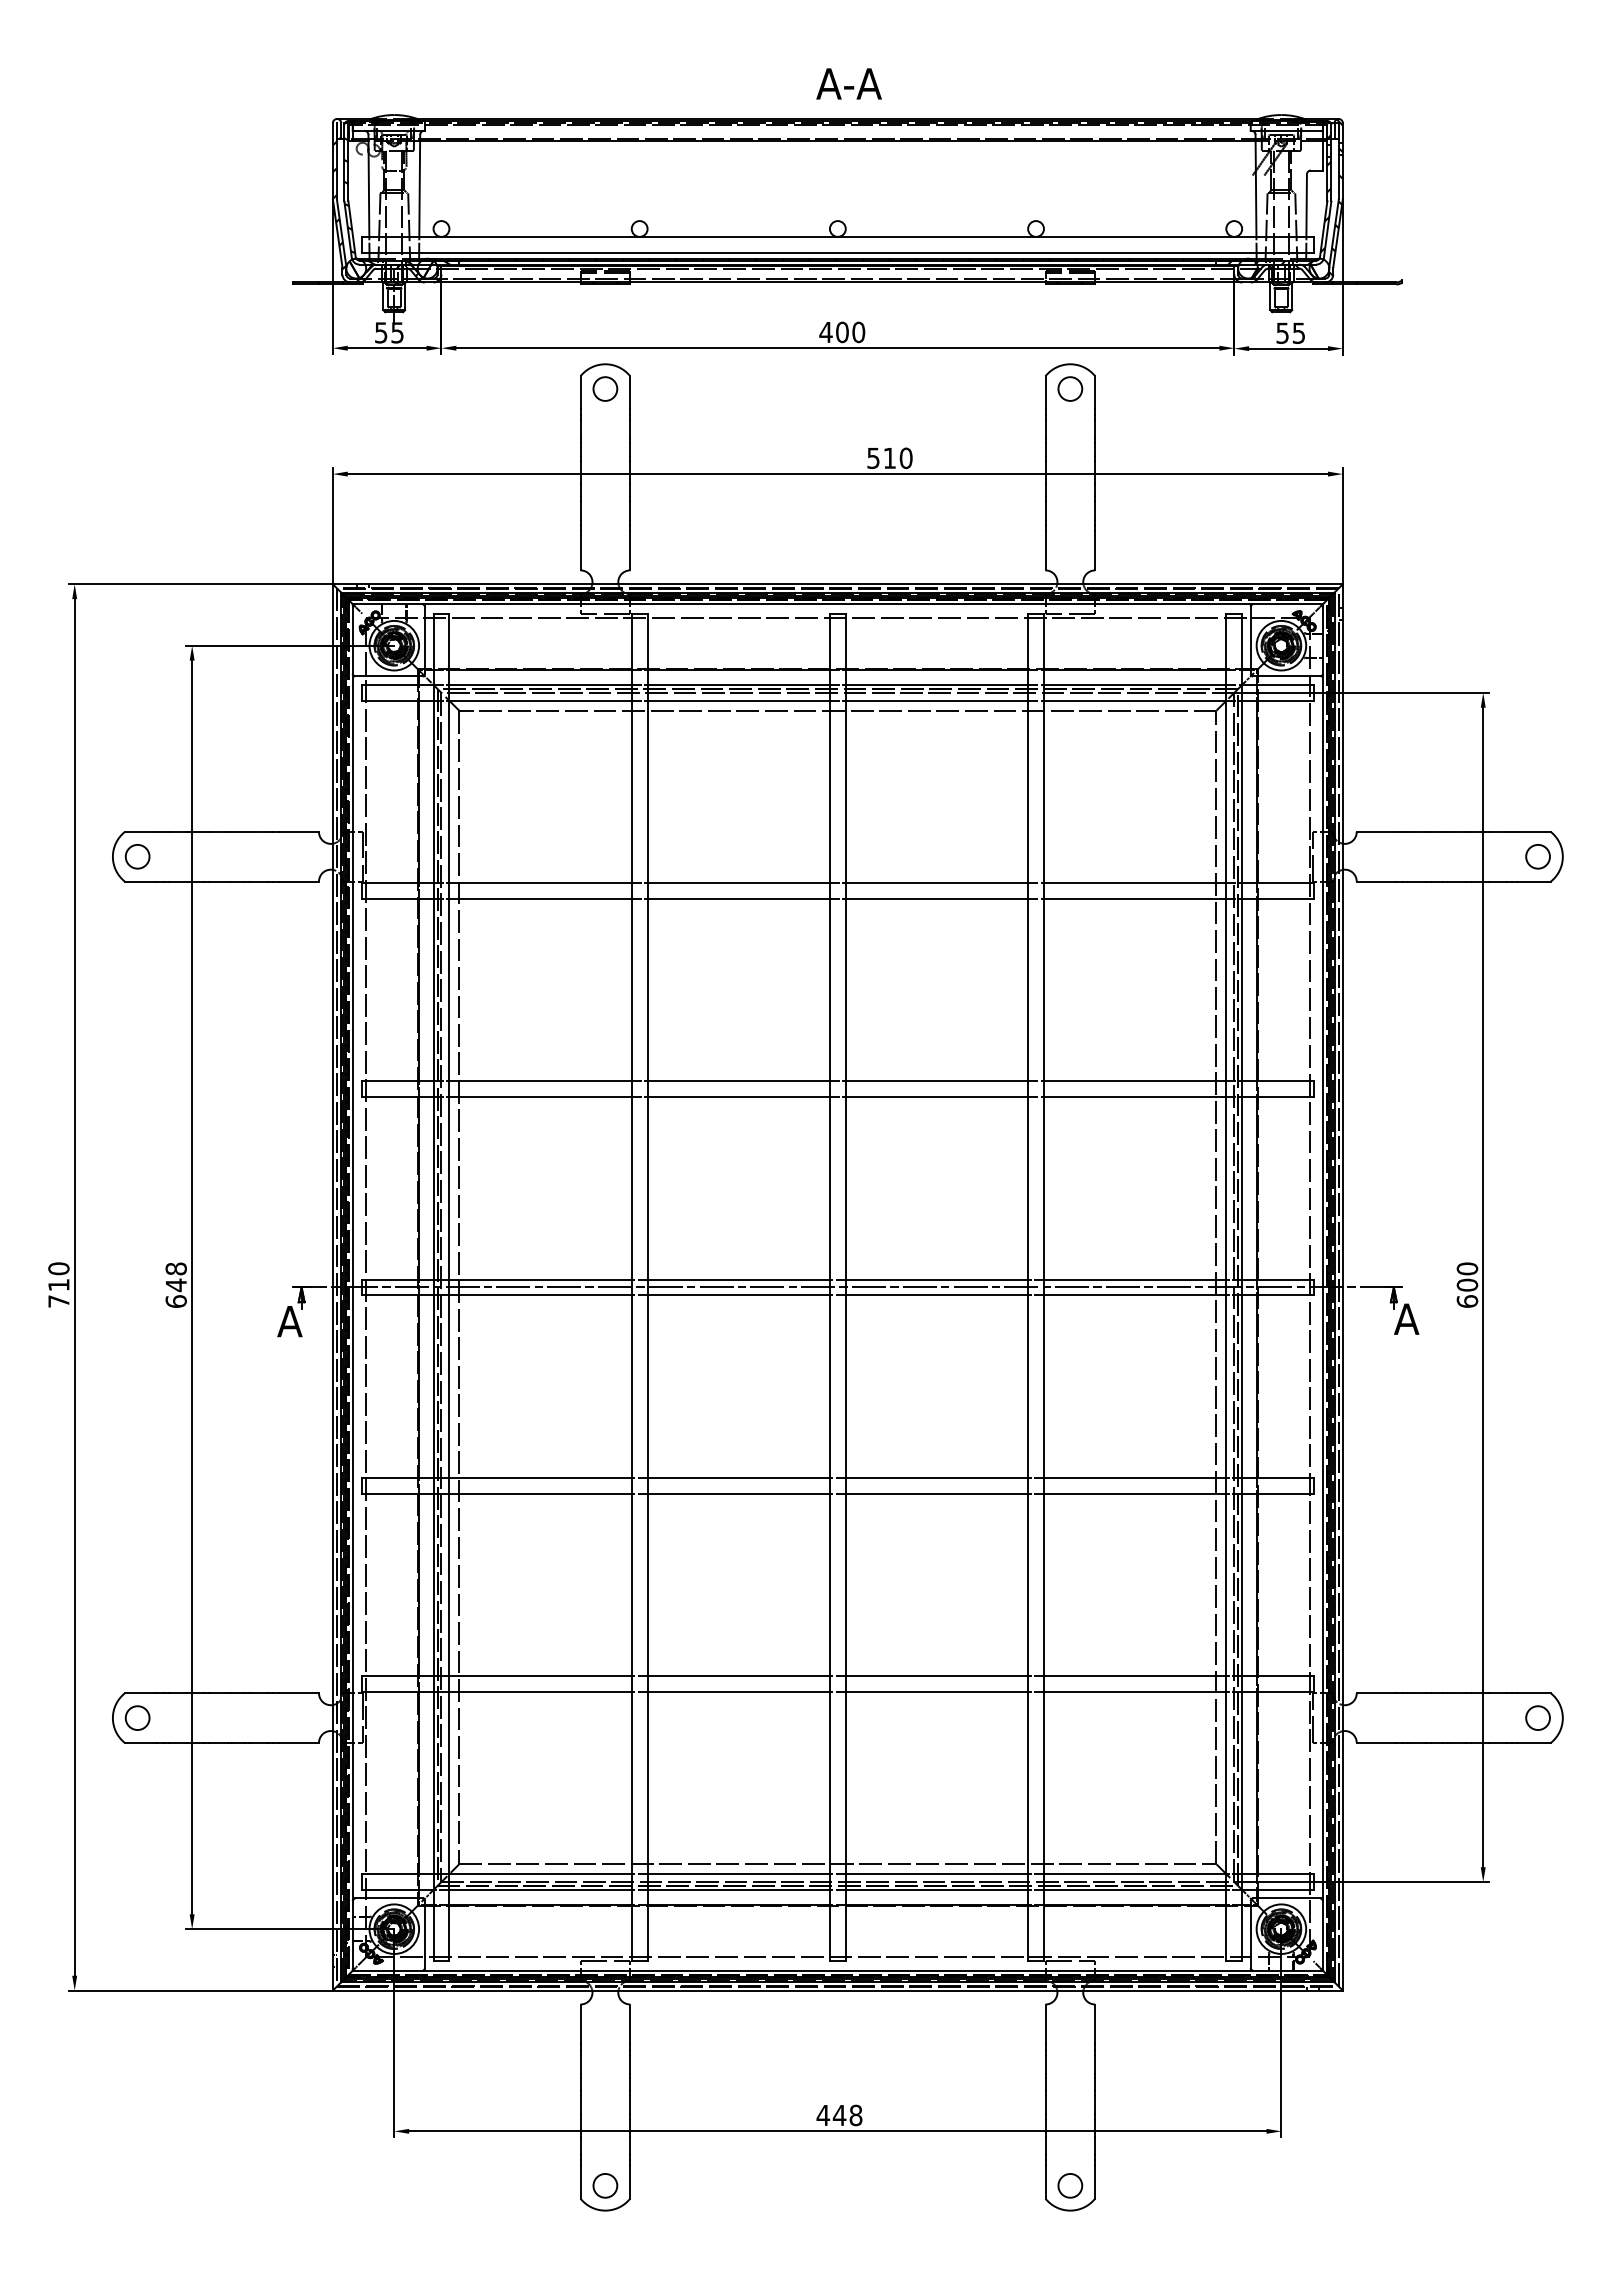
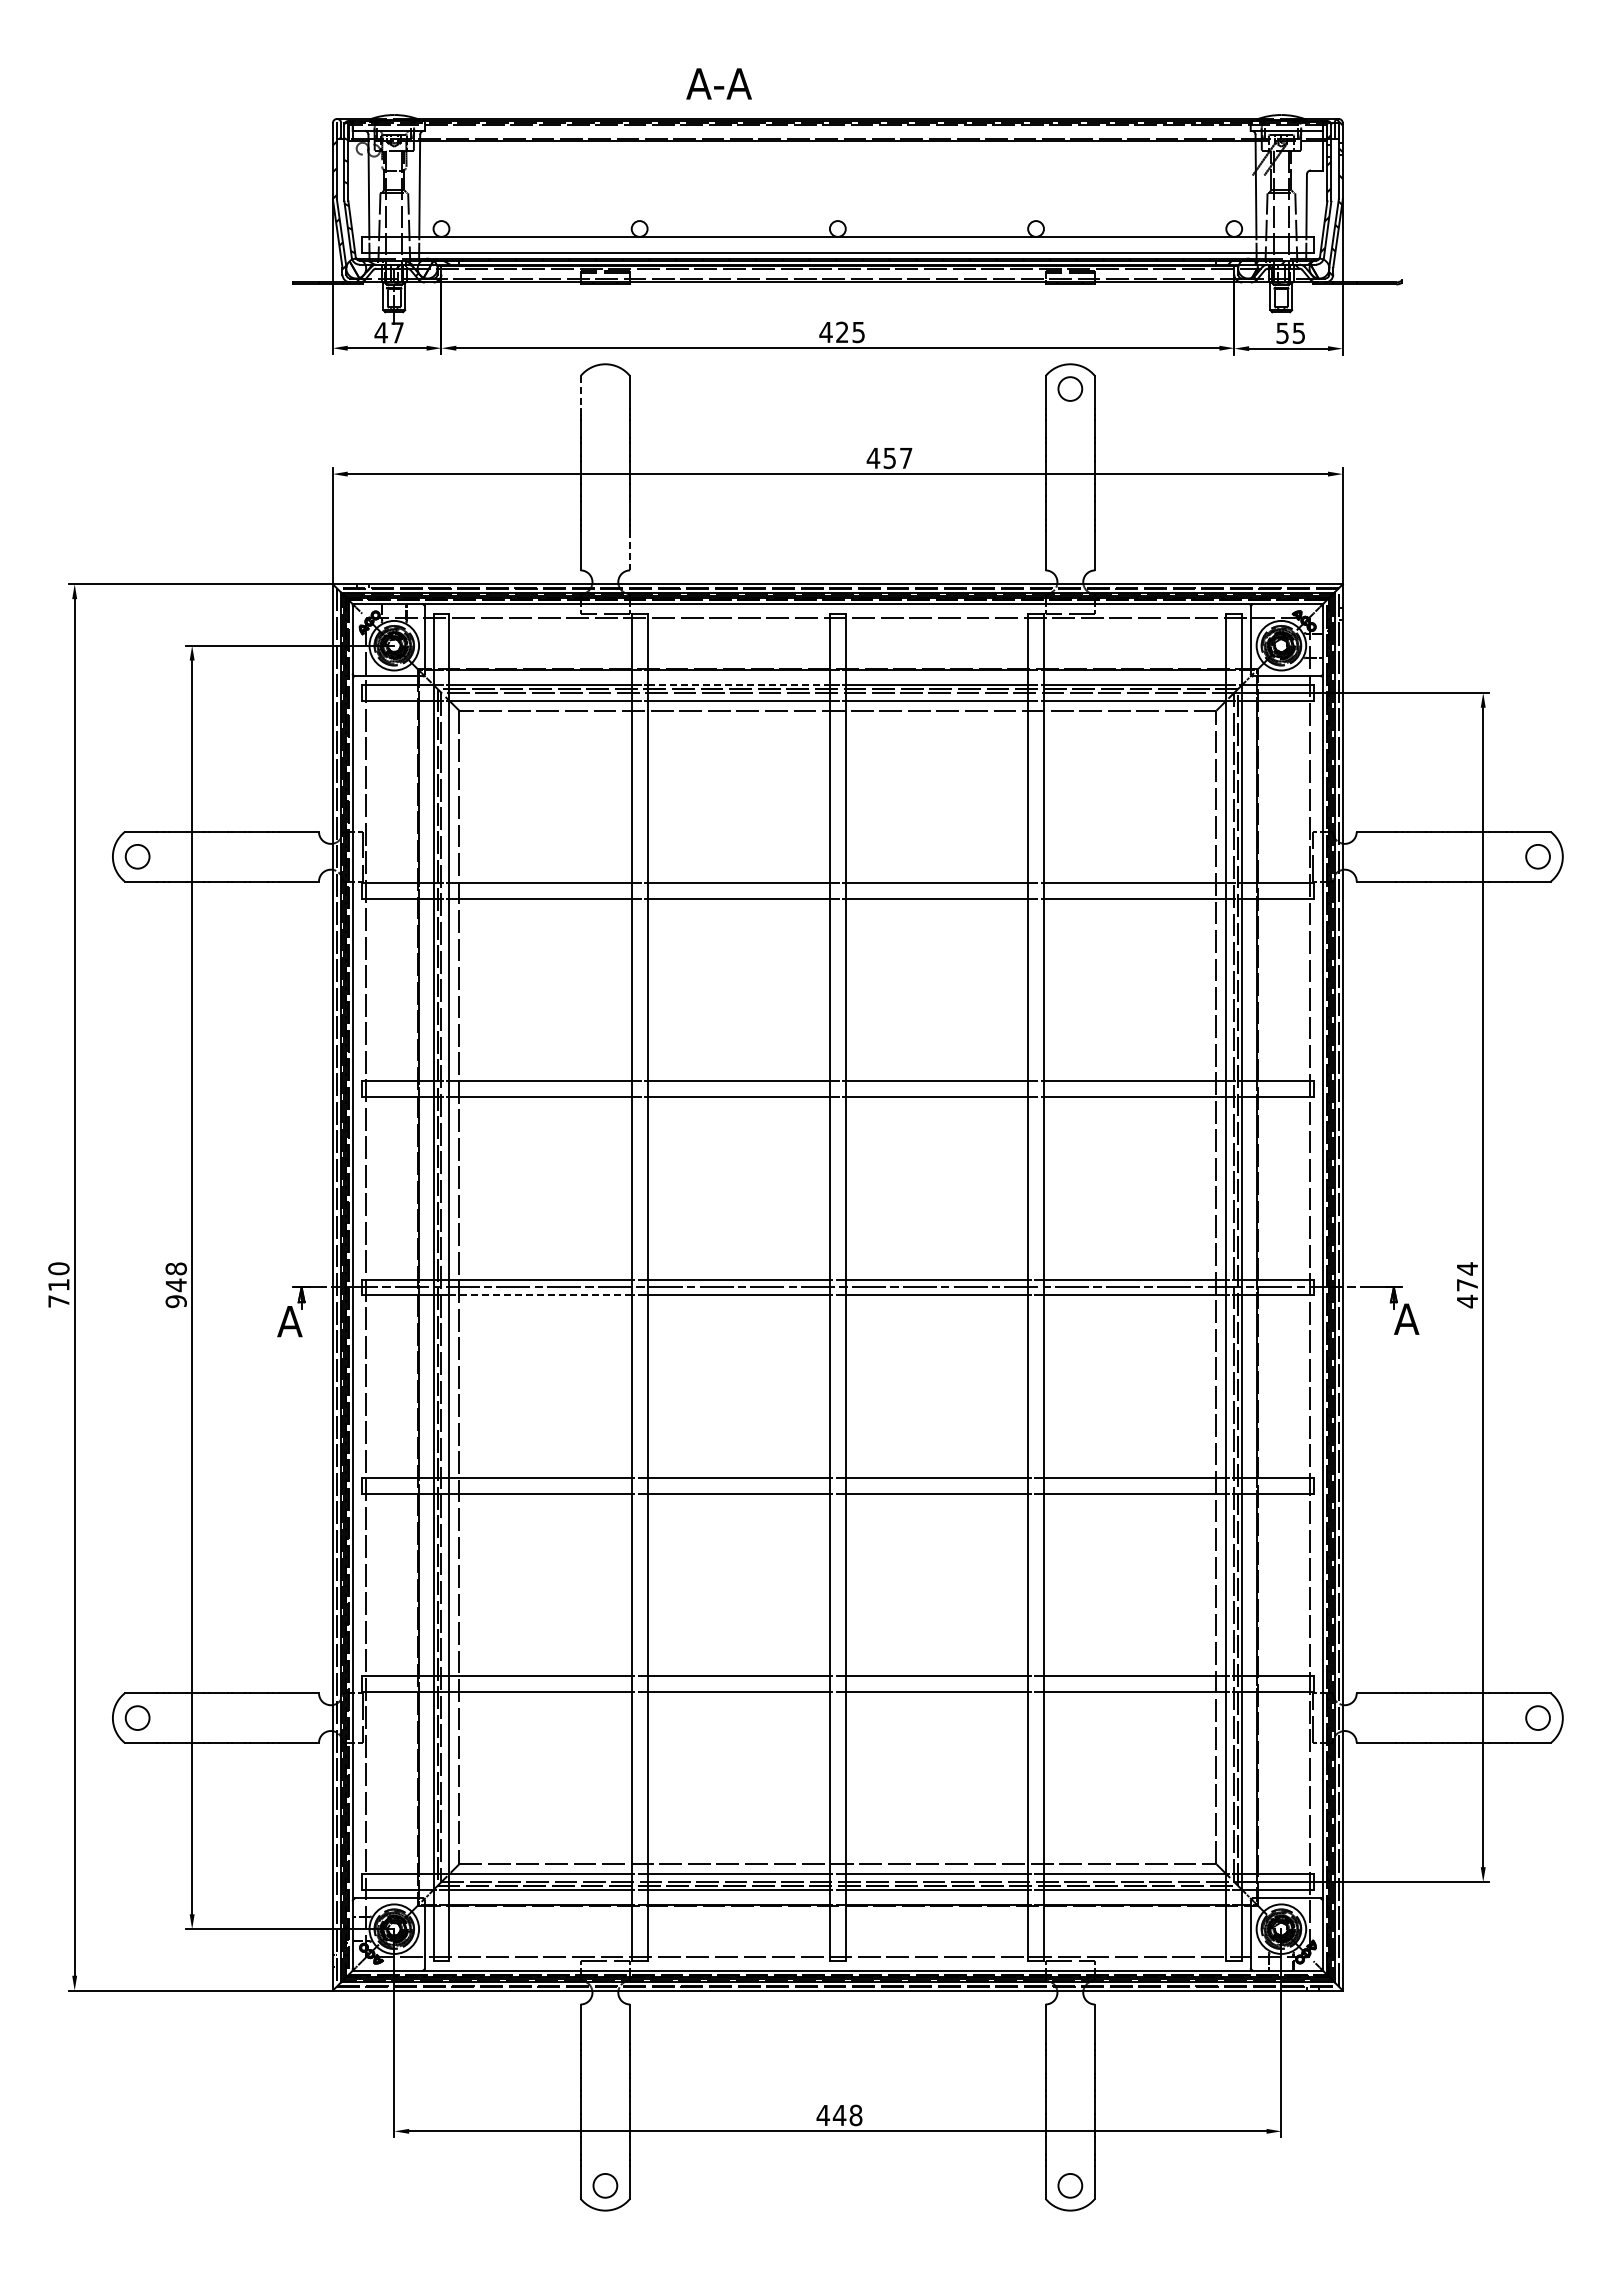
text at (848, 83) position: (848, 83) -> (718, 83)
text at (388, 332): 55 -> 47
text at (850, 332): 400 -> 425
circle at (605, 388): present -> none
line at (580, 393): solid -> dashed
text at (889, 458): 510 -> 457
line at (630, 550): solid -> dashed
line at (739, 684): solid -> dashed
text at (1467, 1285): 600 -> 474
line at (540, 1295): solid -> dashed
text at (175, 1301): 648 -> 948
